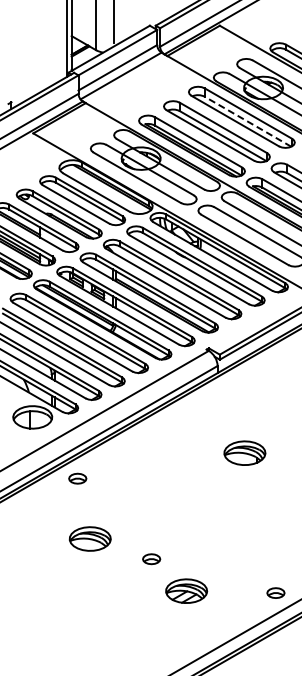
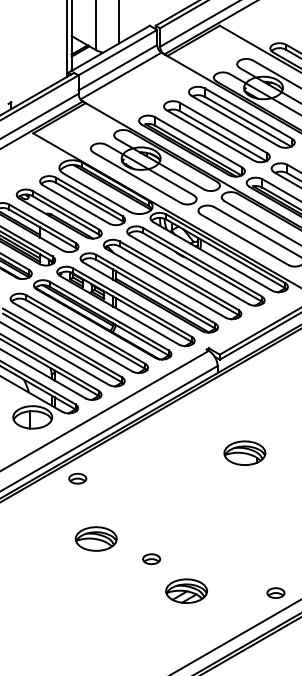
line at (114, 22) position: (114, 22) -> (119, 22)
line at (247, 121): dashed -> solid
part at (89, 538) position: (89, 538) -> (95, 538)
